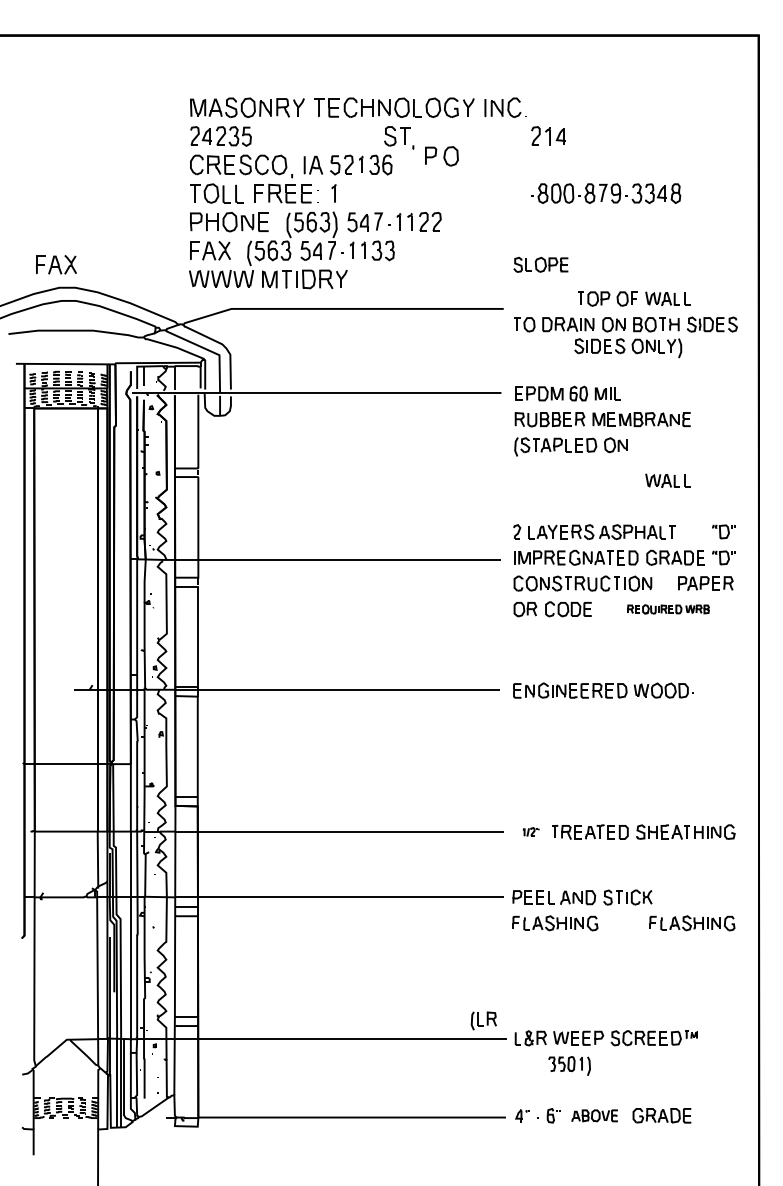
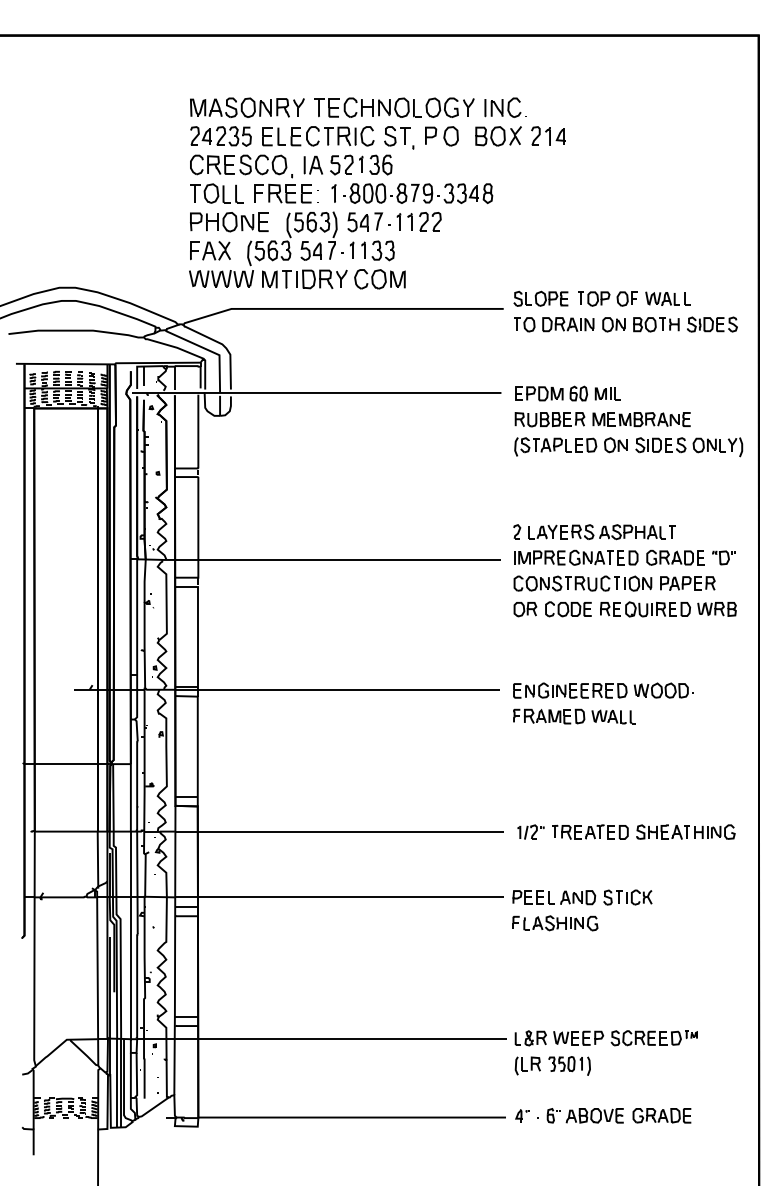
part at (318, 136): none -> present
part at (498, 136): none -> present
part at (441, 156) position: (441, 156) -> (441, 136)
part at (606, 193) position: (606, 193) -> (418, 193)
part at (56, 264): present -> none
part at (540, 264) position: (540, 264) -> (540, 298)
part at (379, 279): none -> present
part at (628, 348) position: (628, 348) -> (689, 447)
part at (667, 480): present -> none
part at (723, 531): present -> none
part at (705, 583) position: (705, 583) -> (687, 583)
part at (668, 609) size: 83x11 px -> 137x17 px
part at (574, 716): none -> present
part at (530, 831) size: 18x10 px -> 28x16 px
part at (692, 923): present -> none
part at (483, 1020) position: (483, 1020) -> (527, 1065)
part at (594, 1115) size: 47x14 px -> 59x16 px
